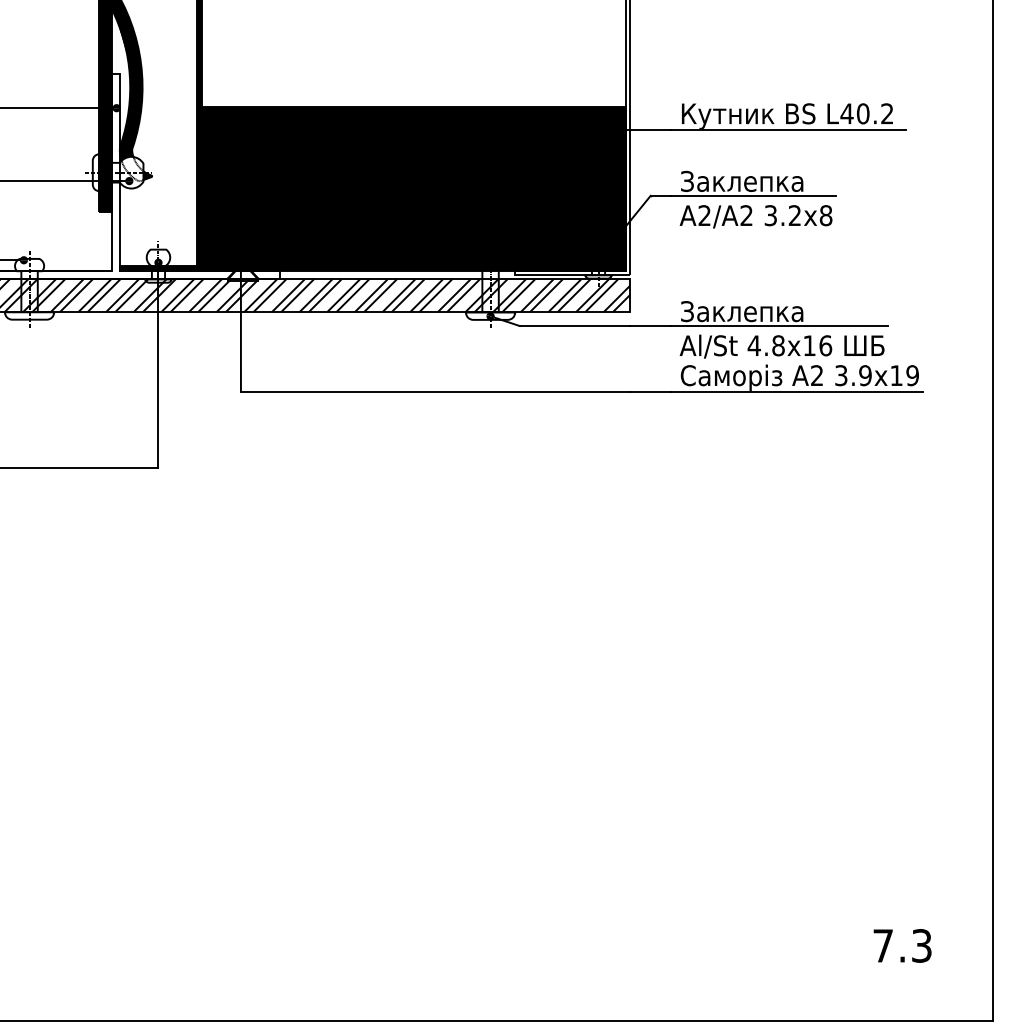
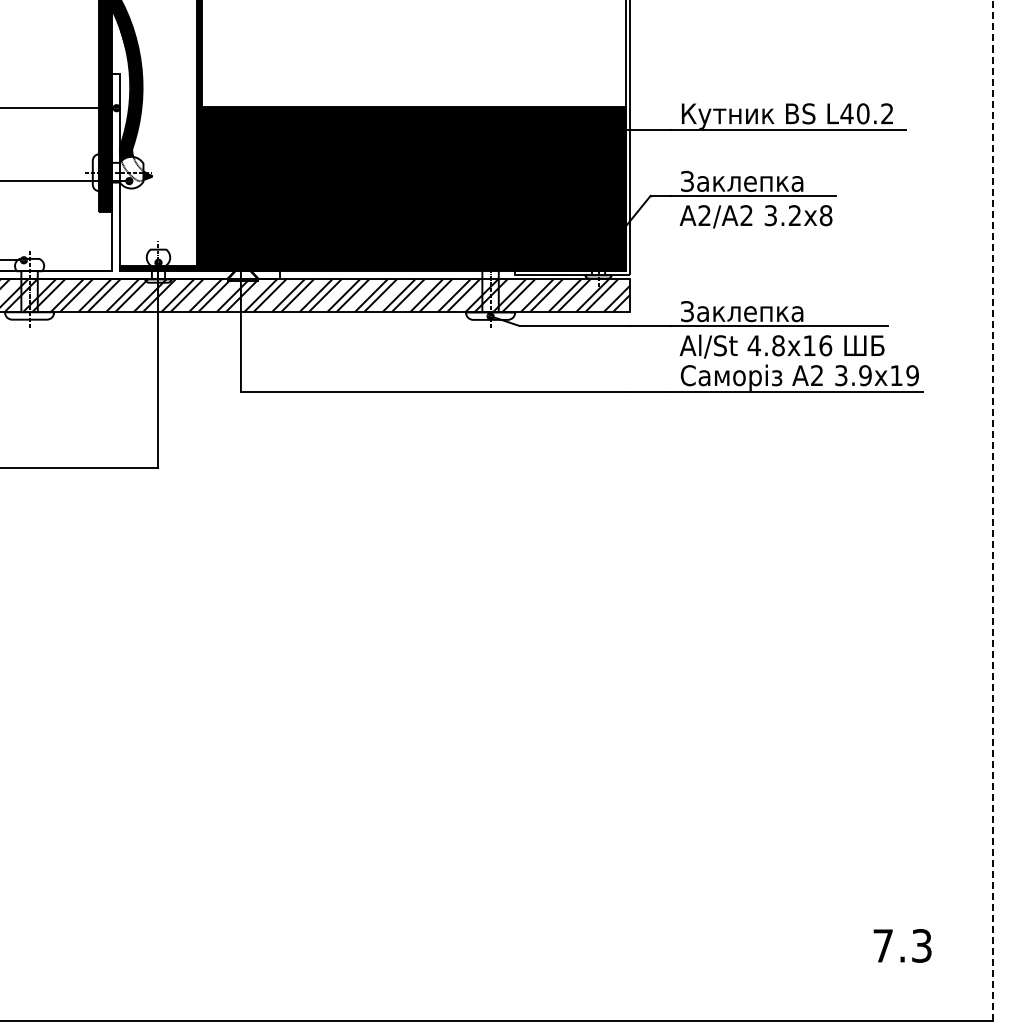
line at (993, 511): solid -> dashed
